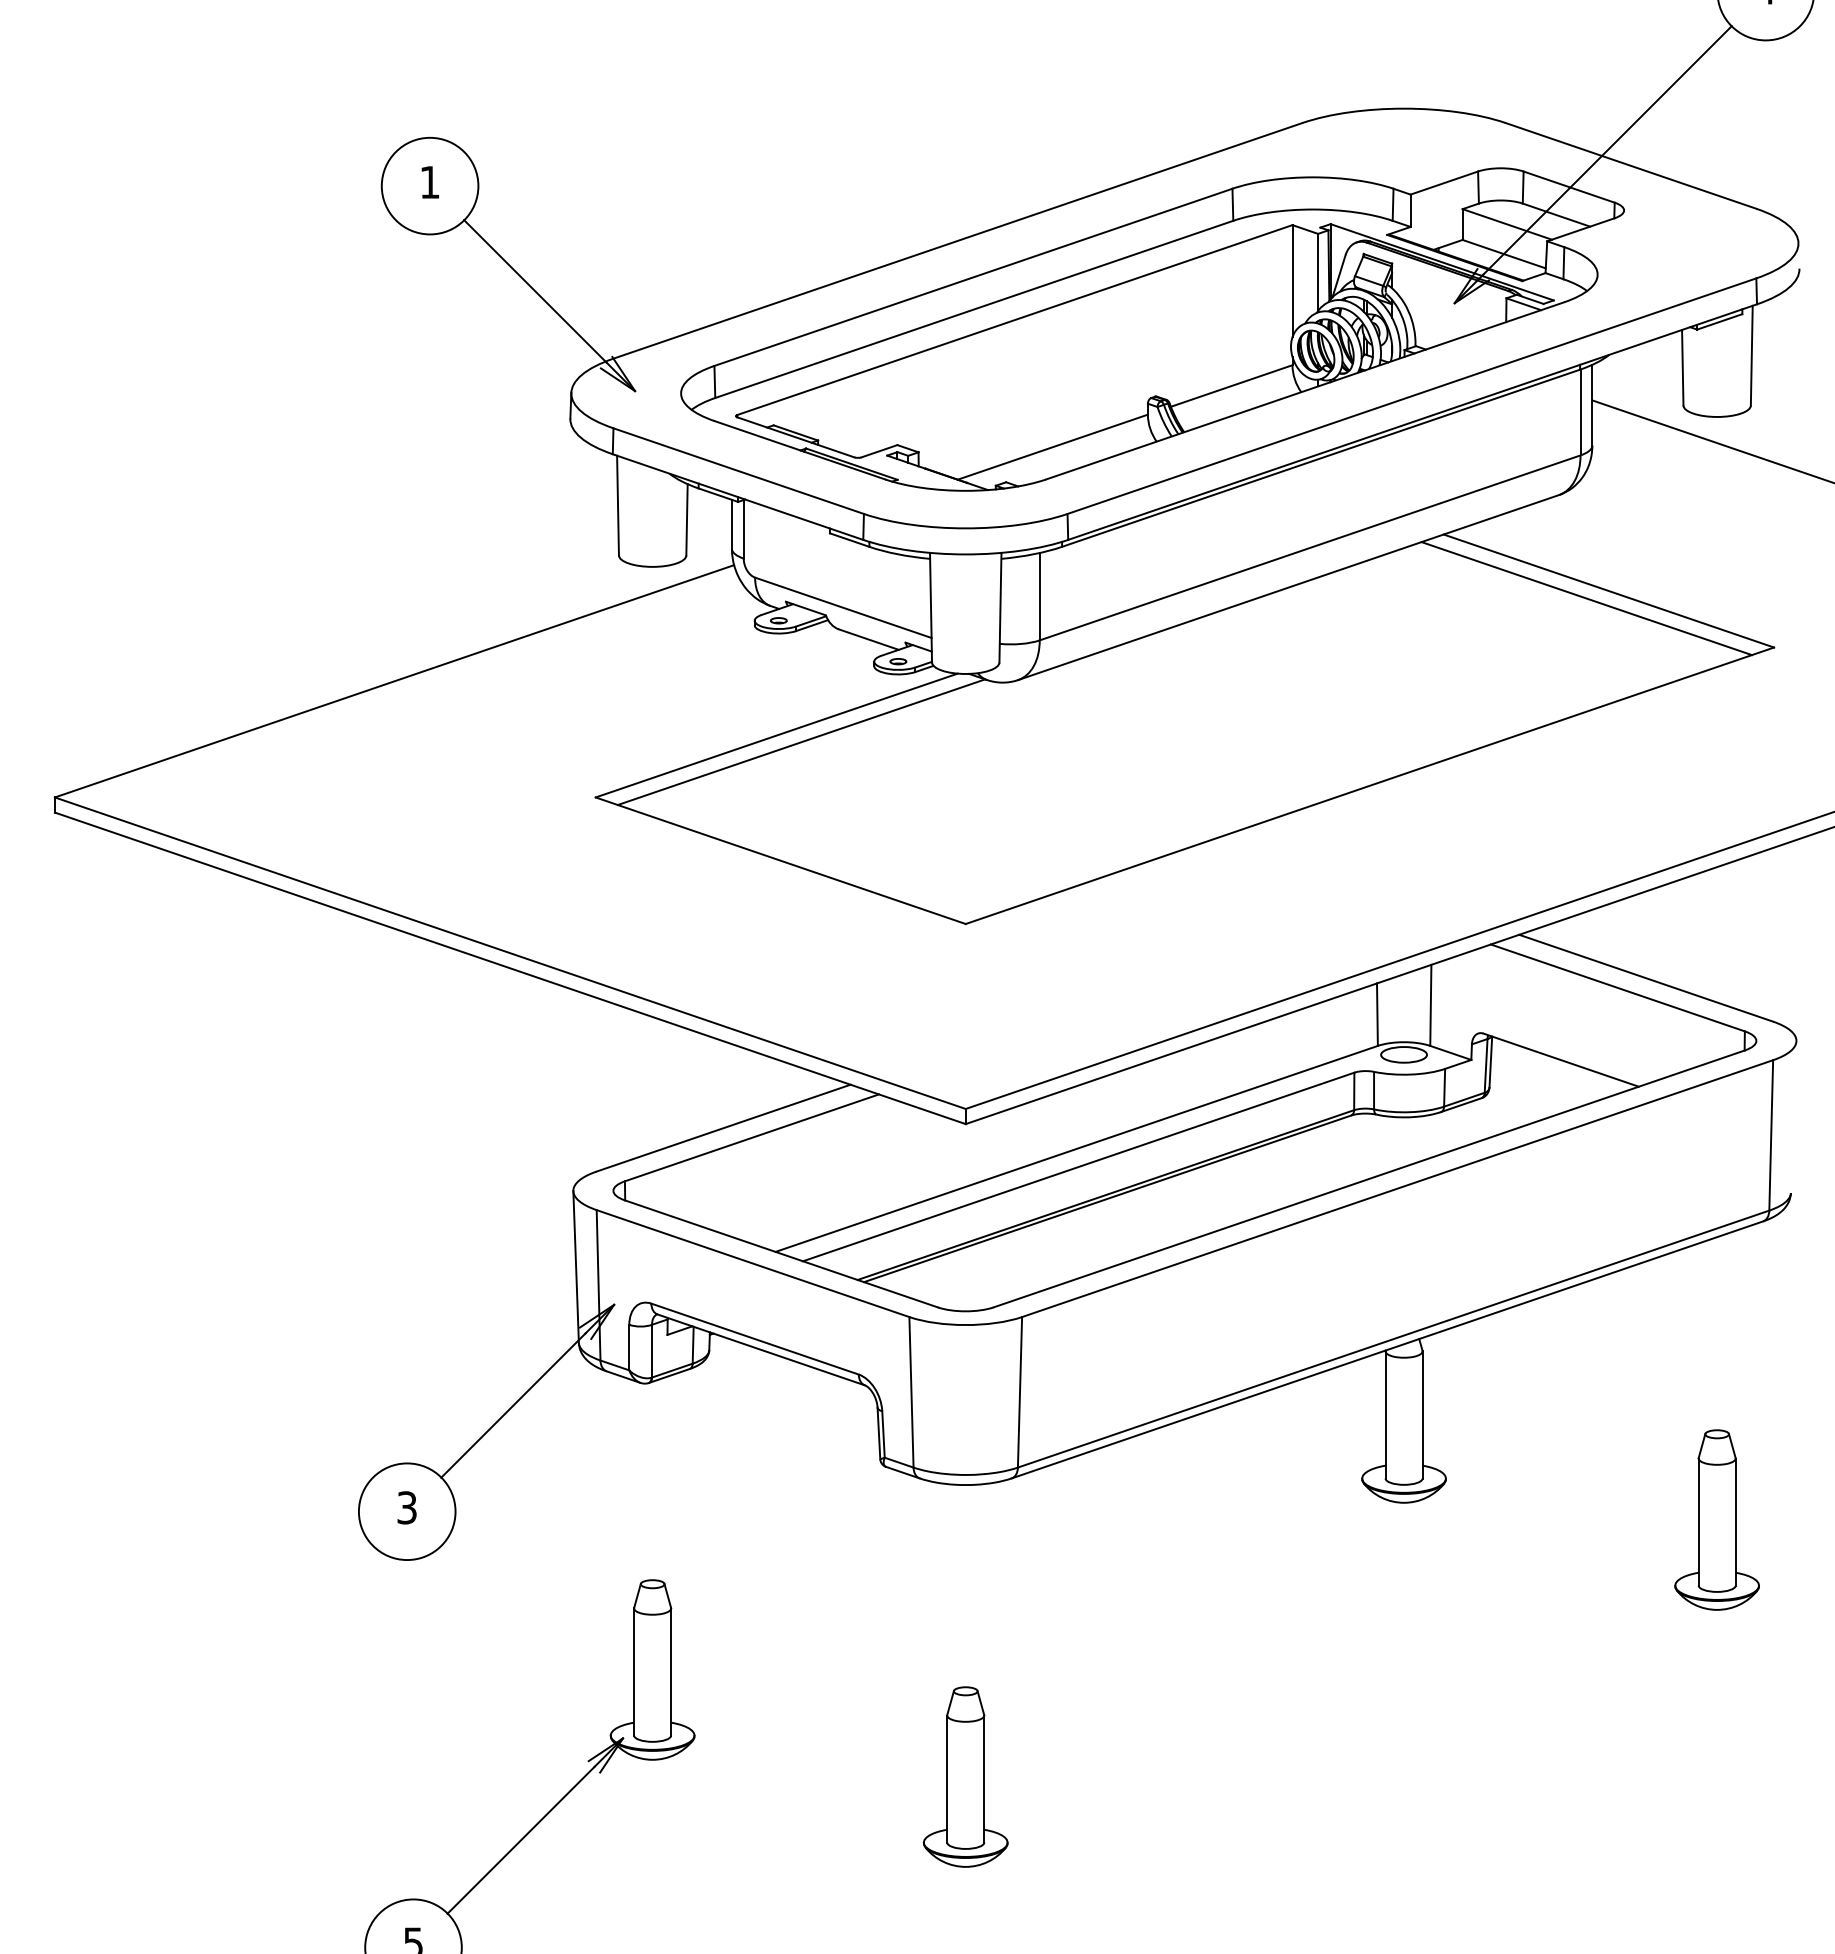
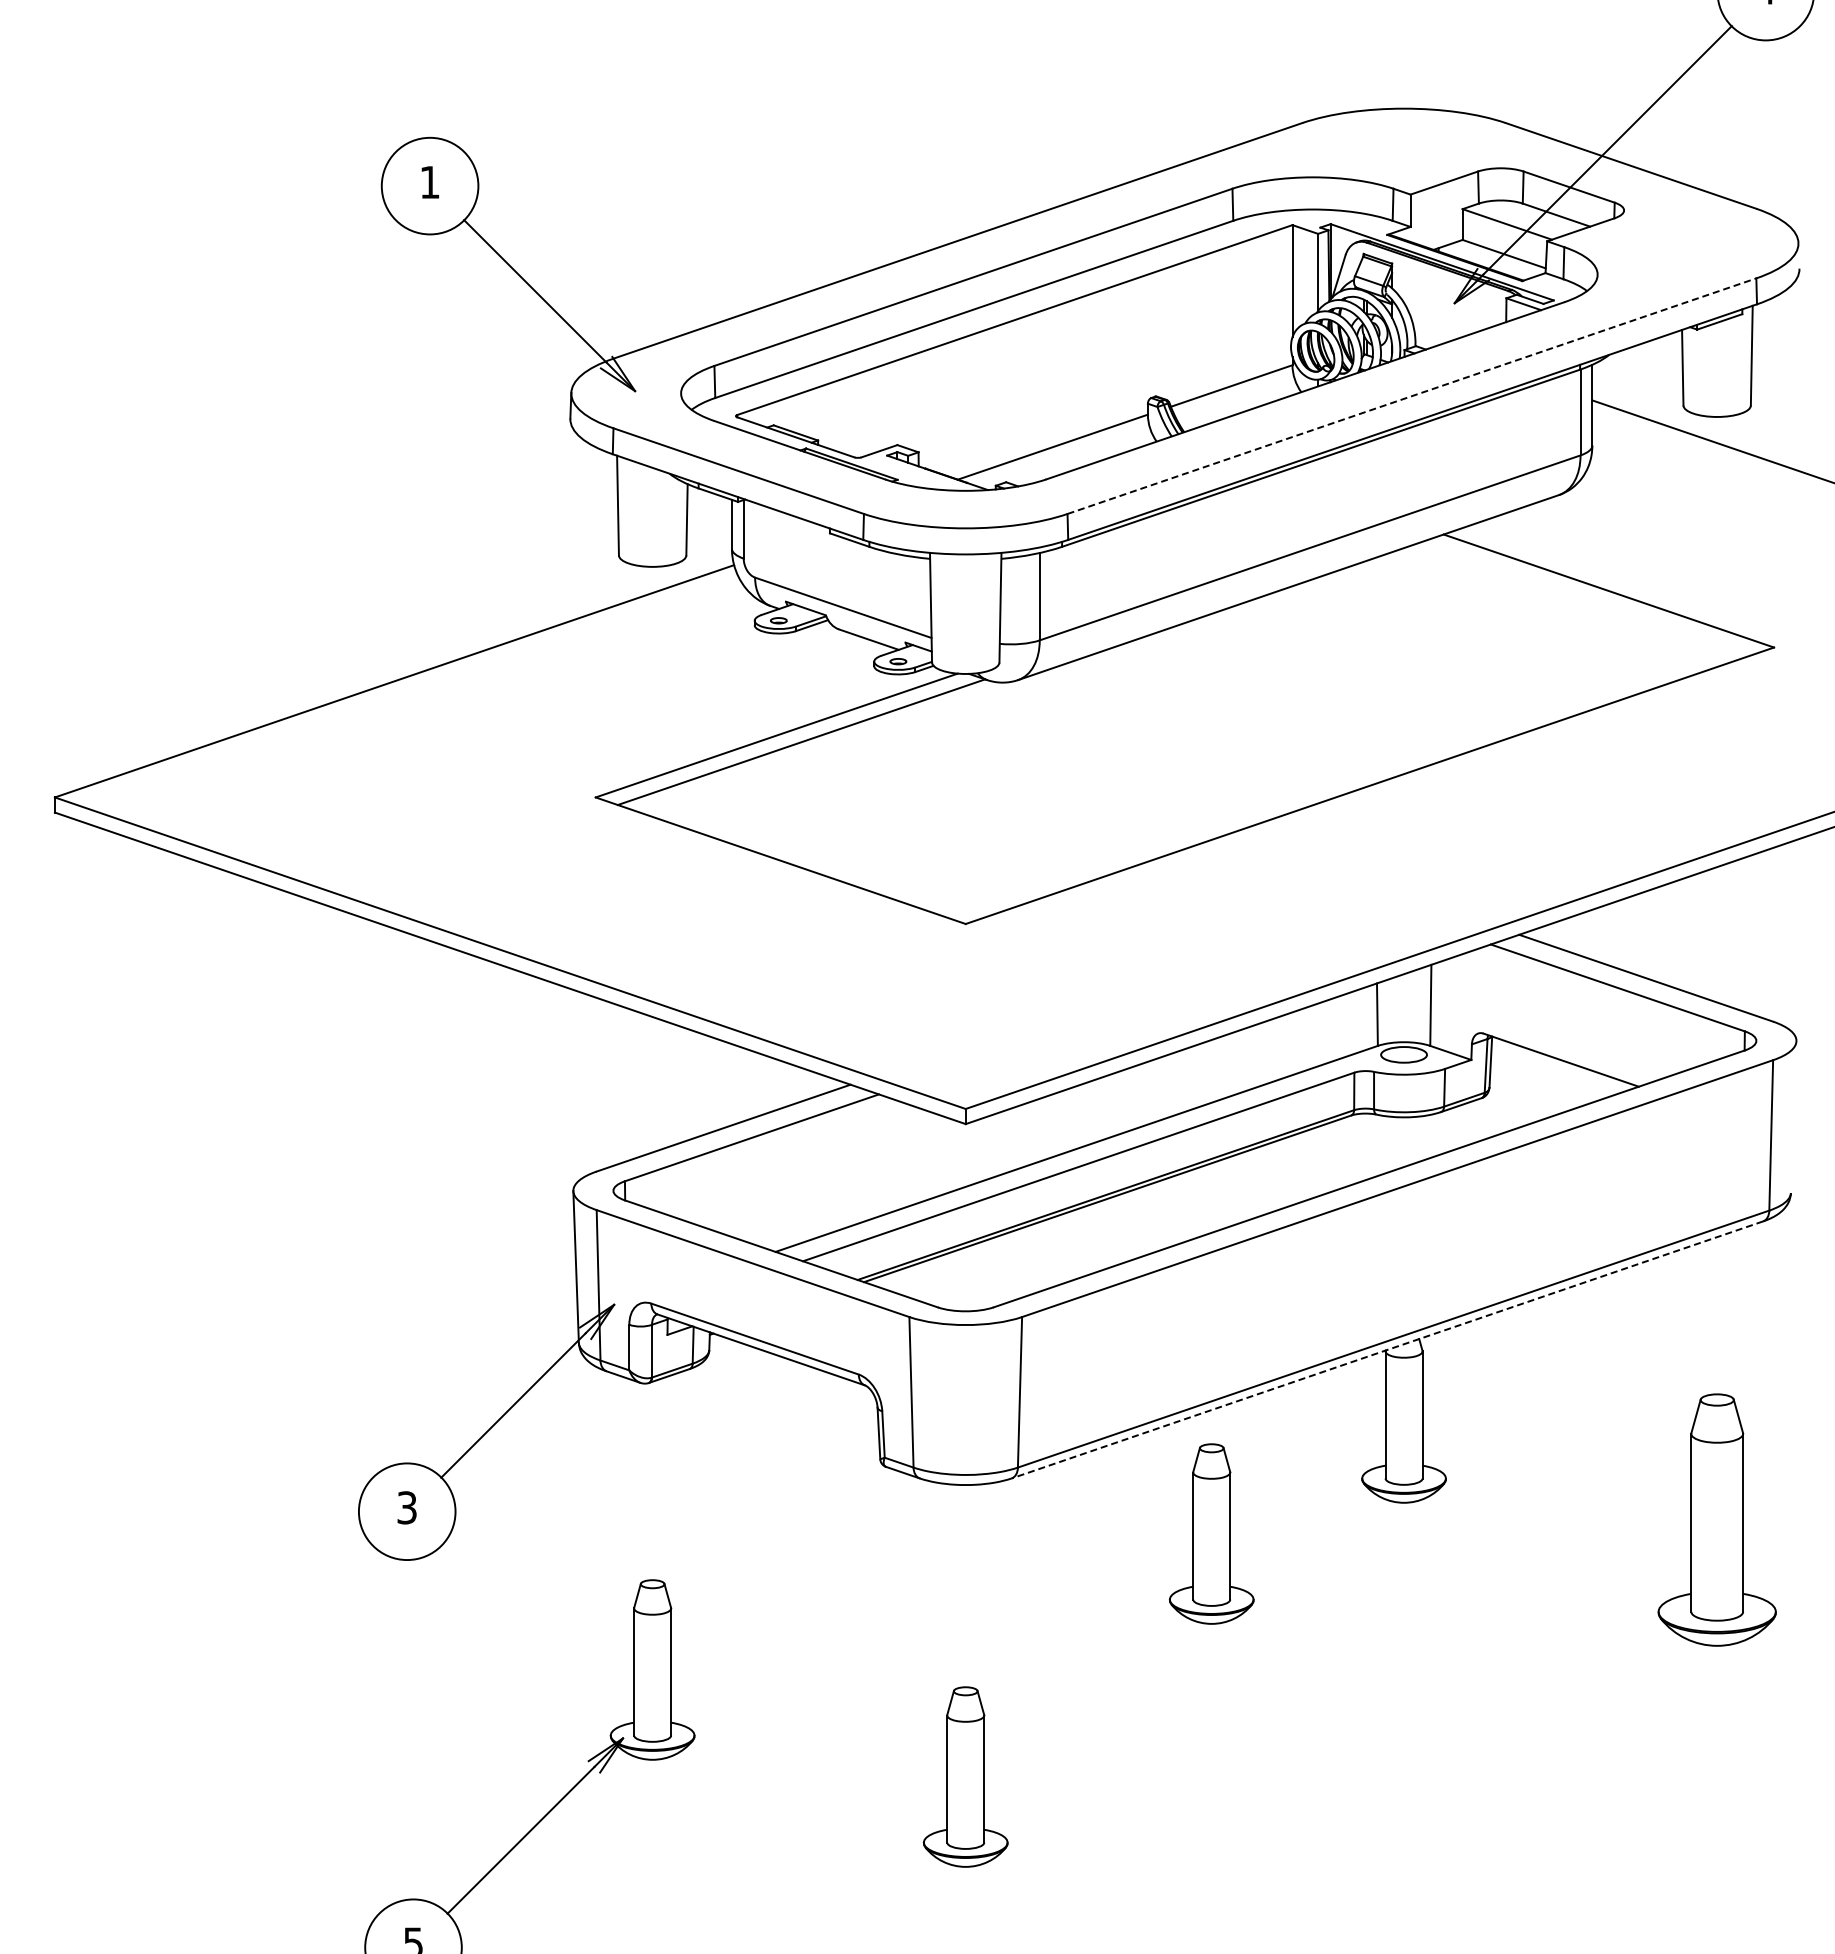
line at (1411, 396): solid -> dashed
line at (1586, 598): present -> none
line at (1386, 1350): solid -> dashed
part at (1716, 1519) size: 86x182 px -> 120x254 px
part at (1211, 1533): none -> present
